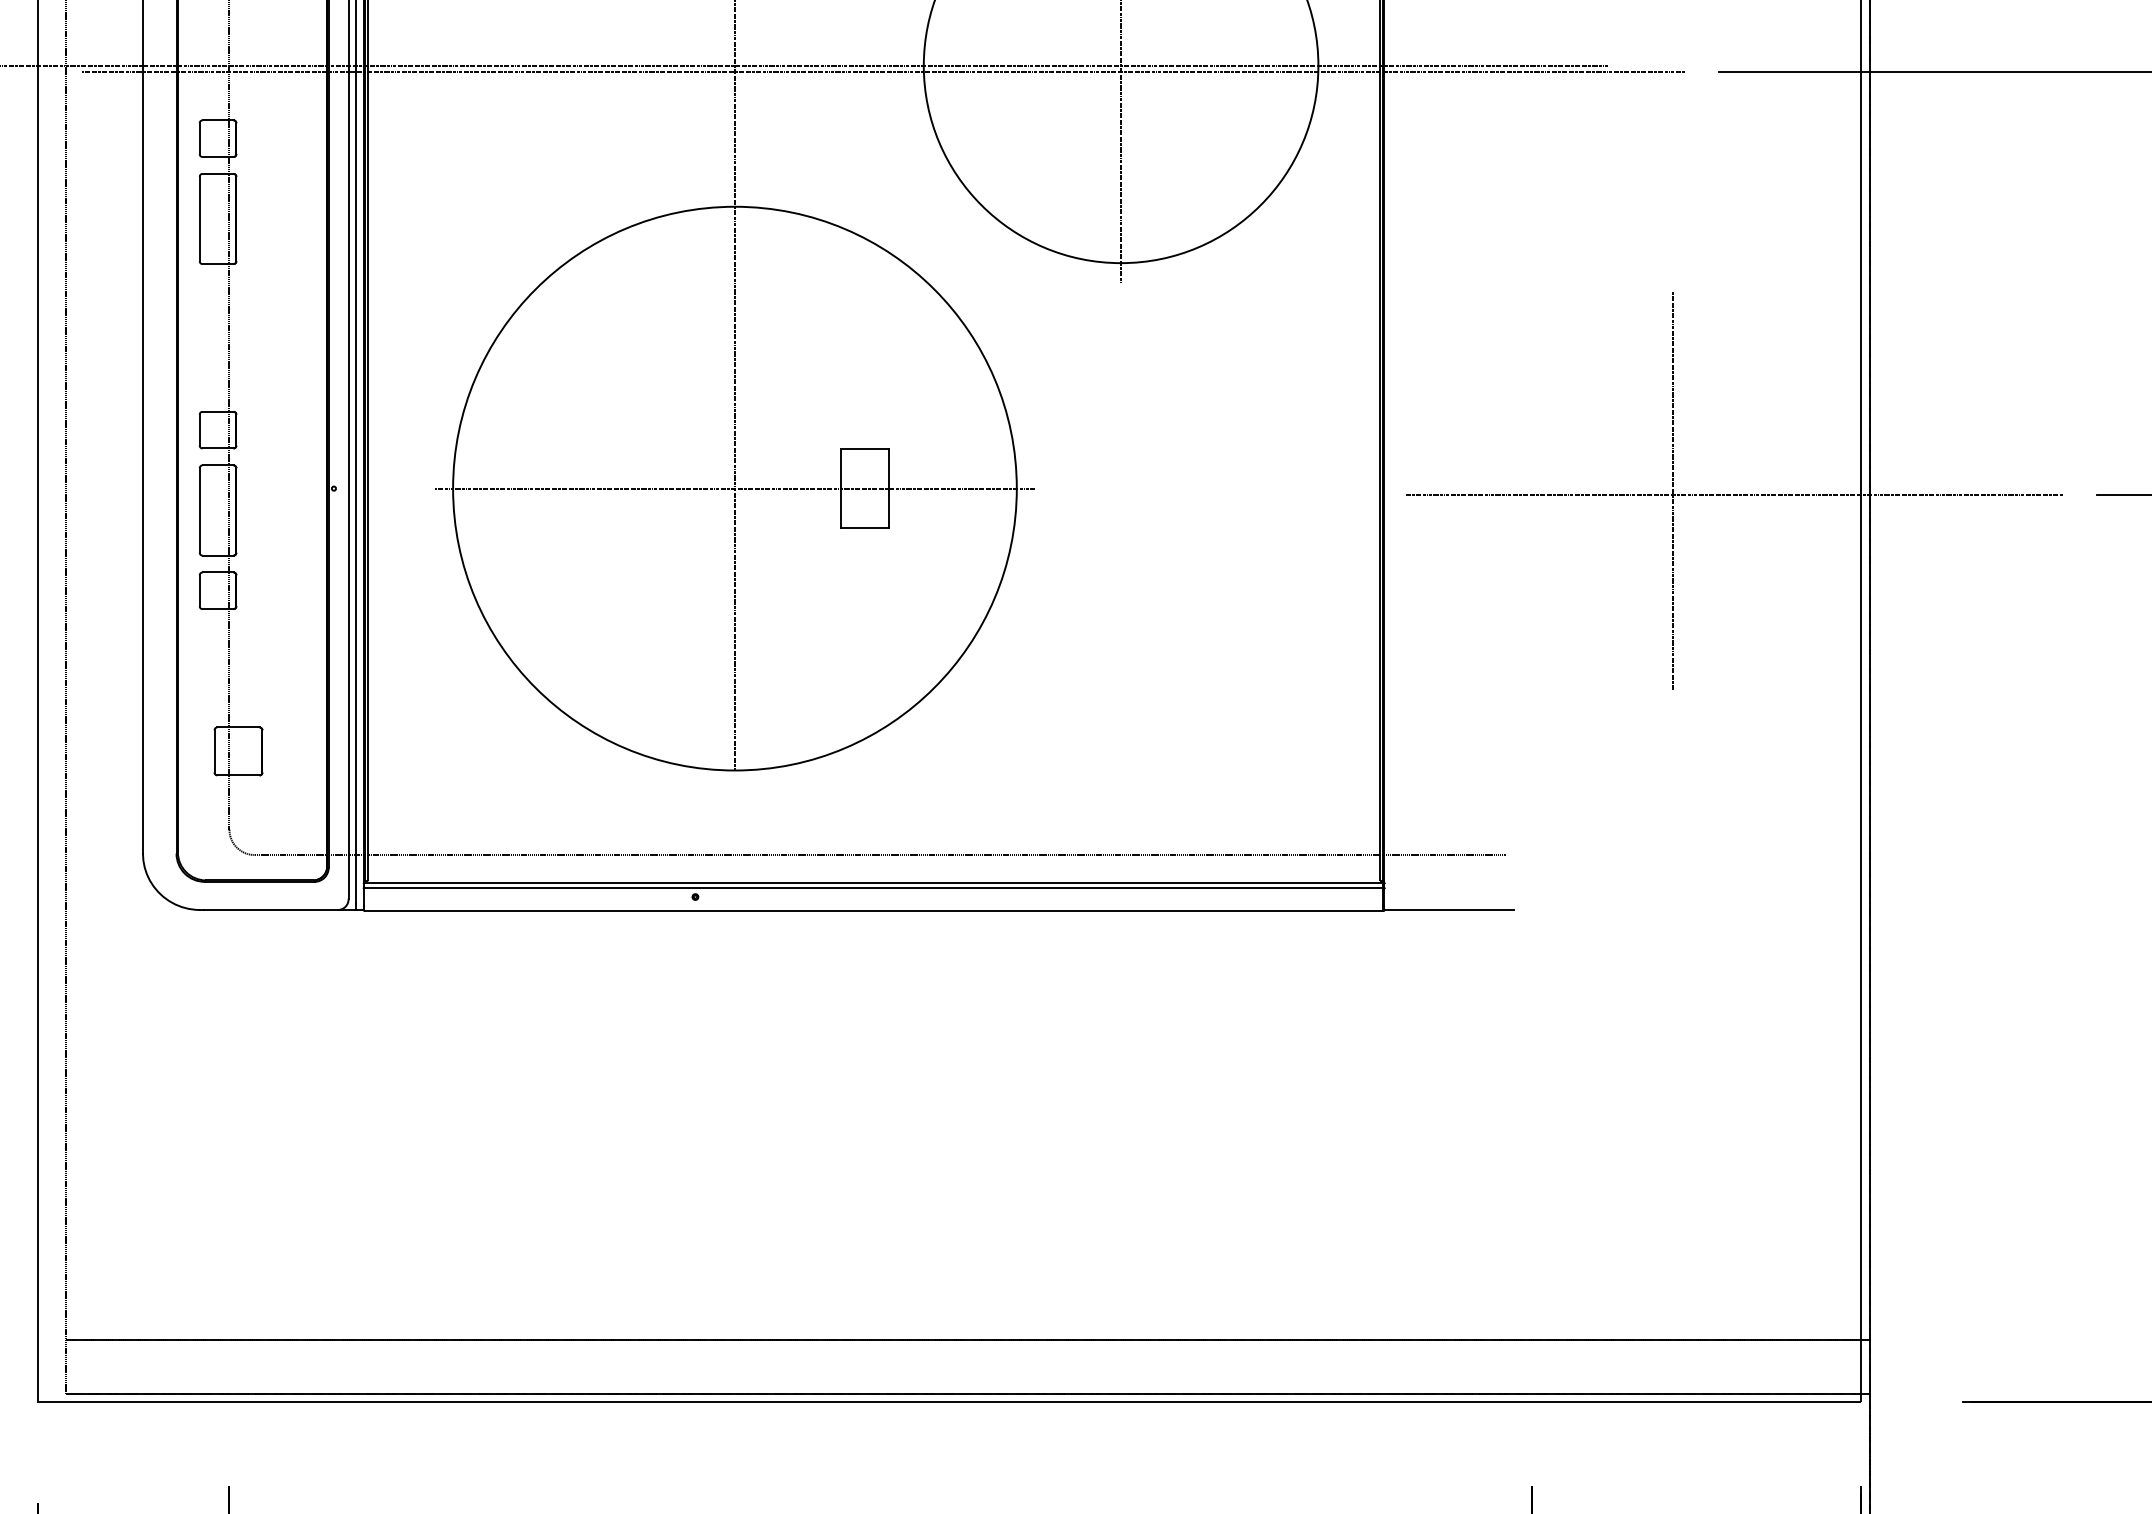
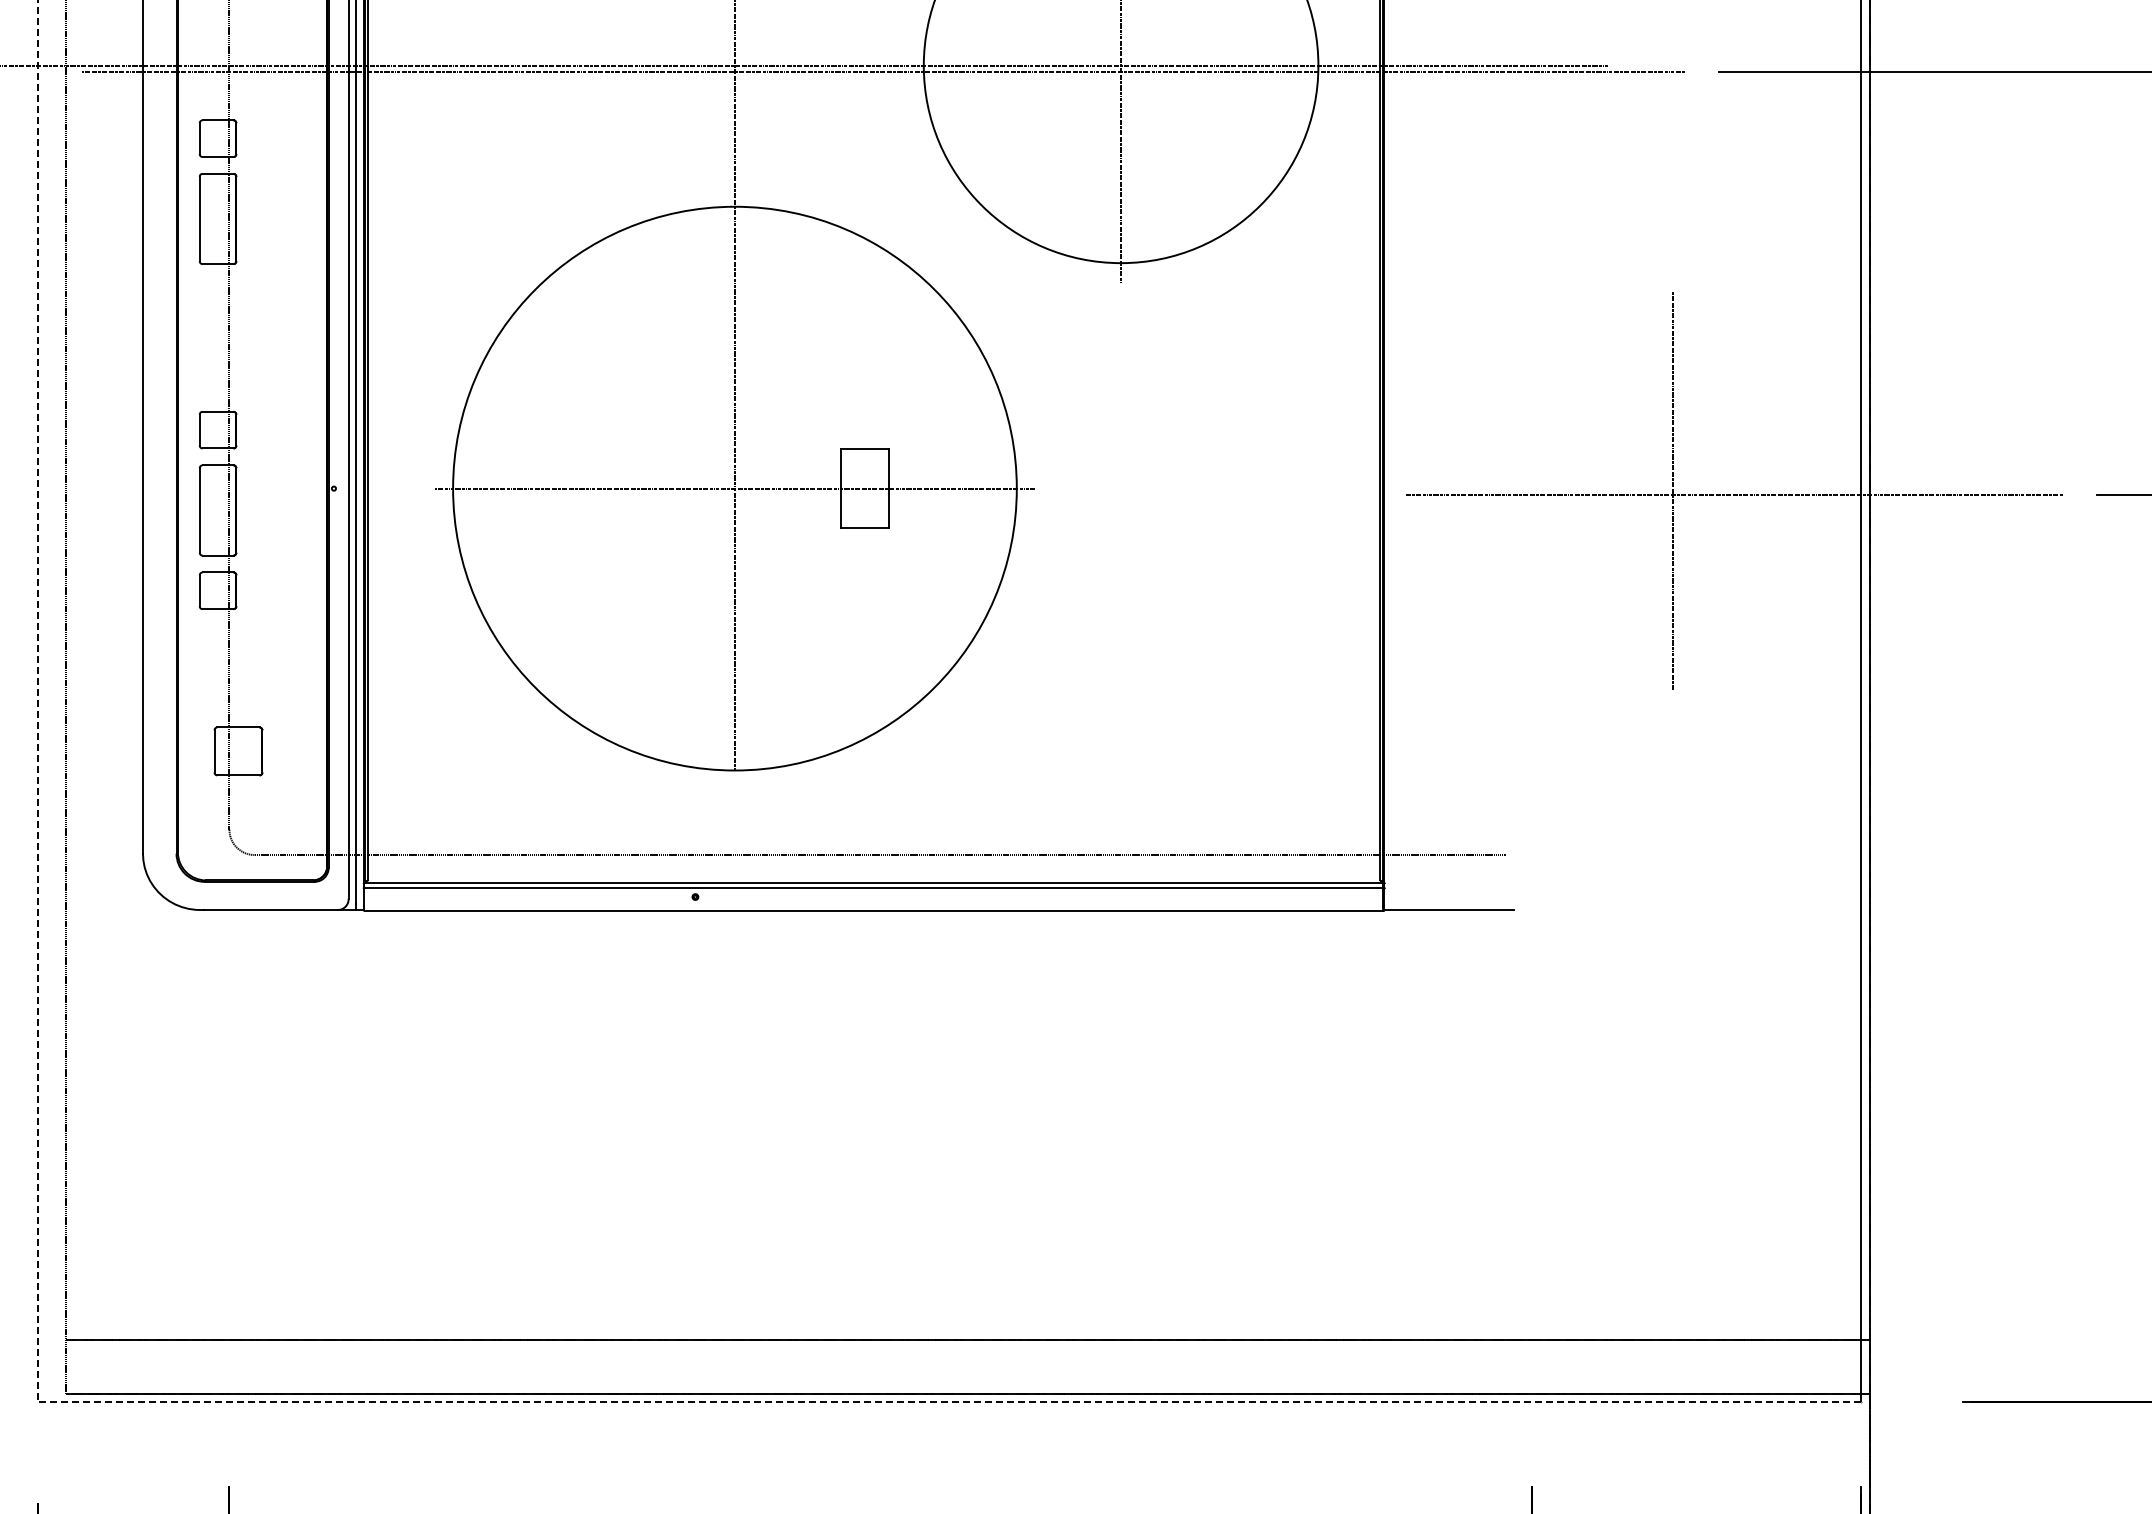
line at (248, 1402): solid -> dashed
